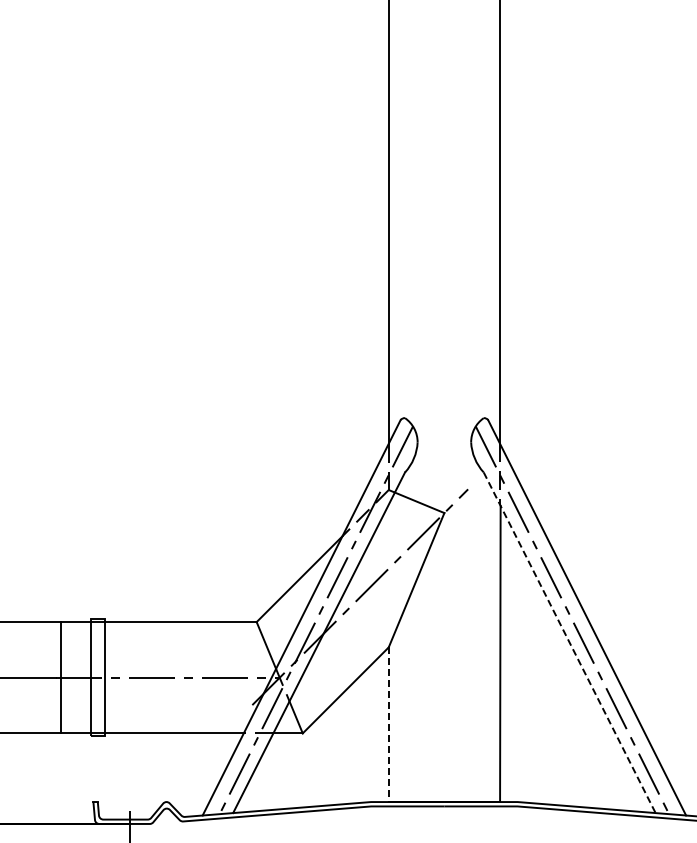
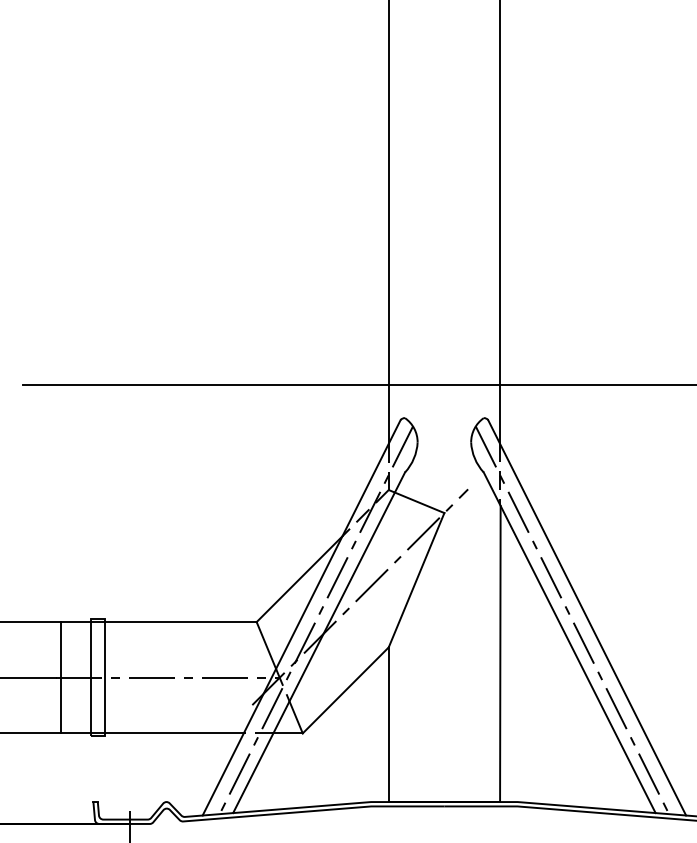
line at (358, 385): none -> present
line at (569, 642): dashed -> solid
line at (388, 725): dashed -> solid
